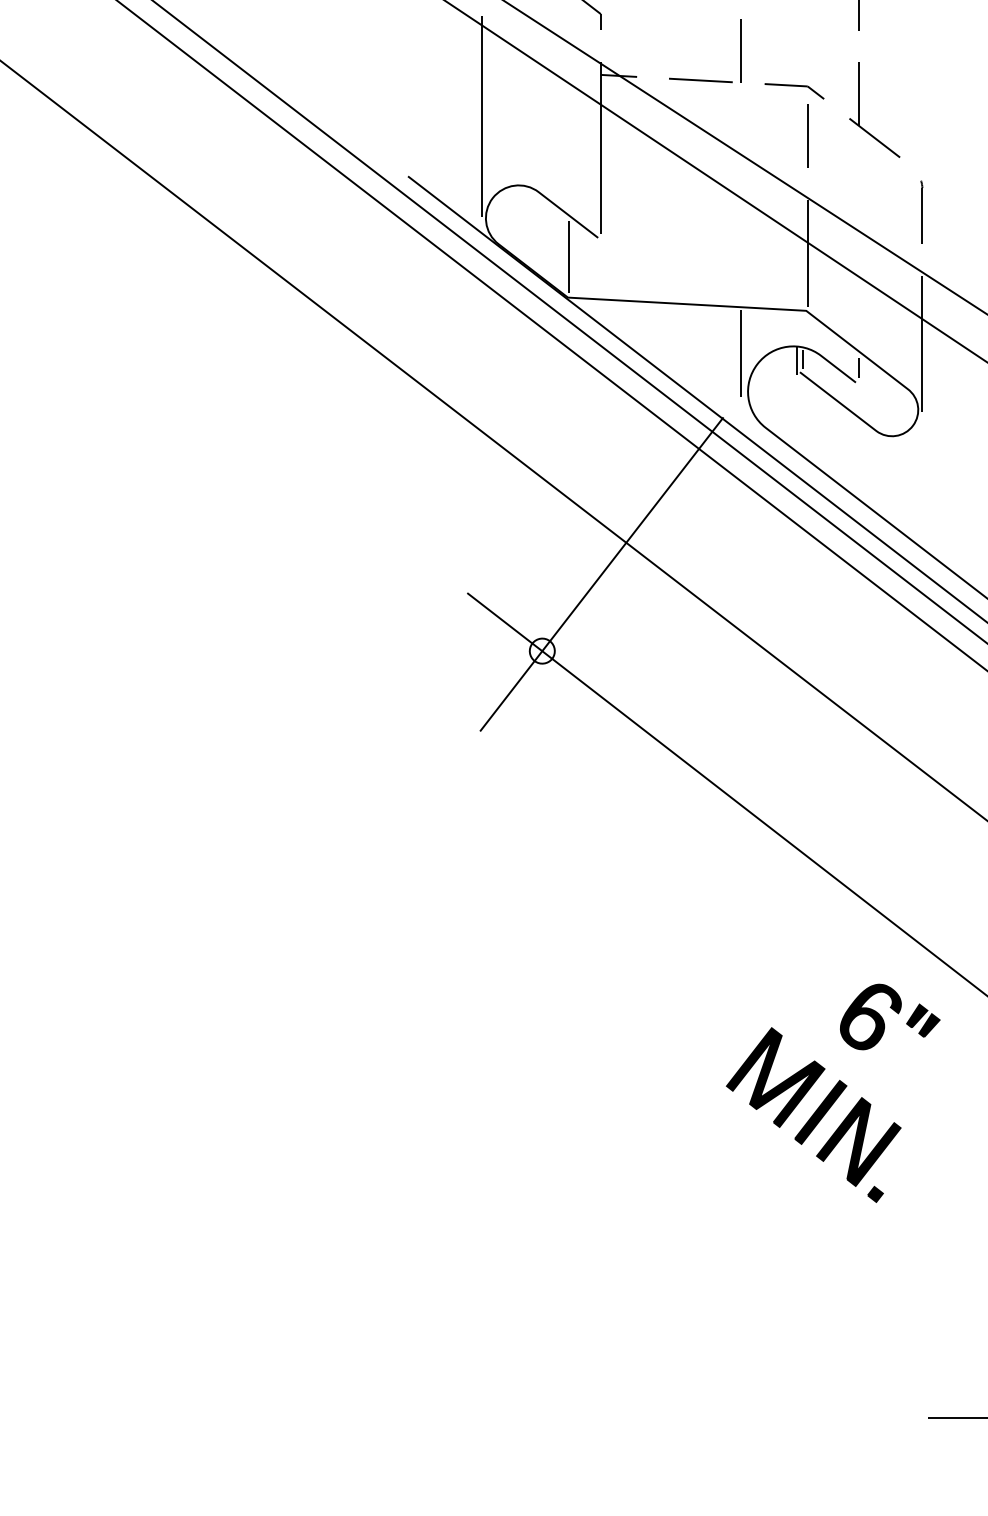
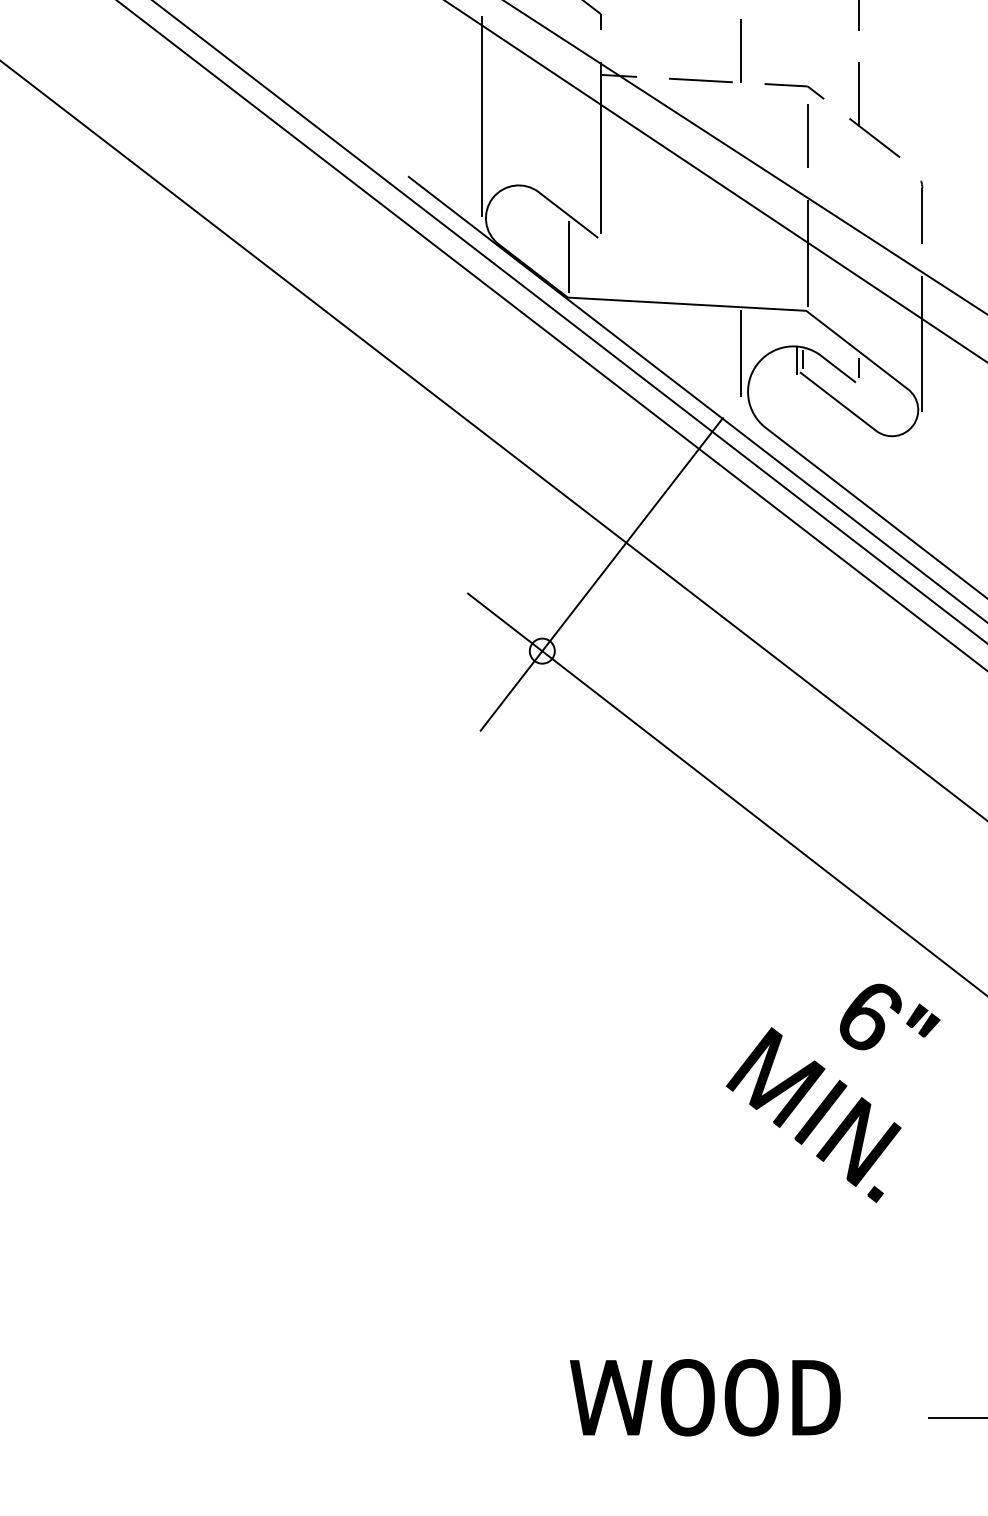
part at (705, 1397): none -> present
